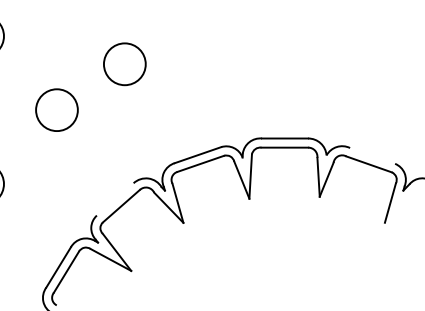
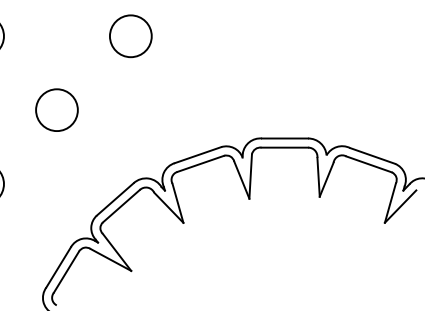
circle at (124, 64) position: (124, 64) -> (130, 36)
line at (372, 155): none -> present
line at (114, 199): none -> present
line at (400, 206): none -> present
